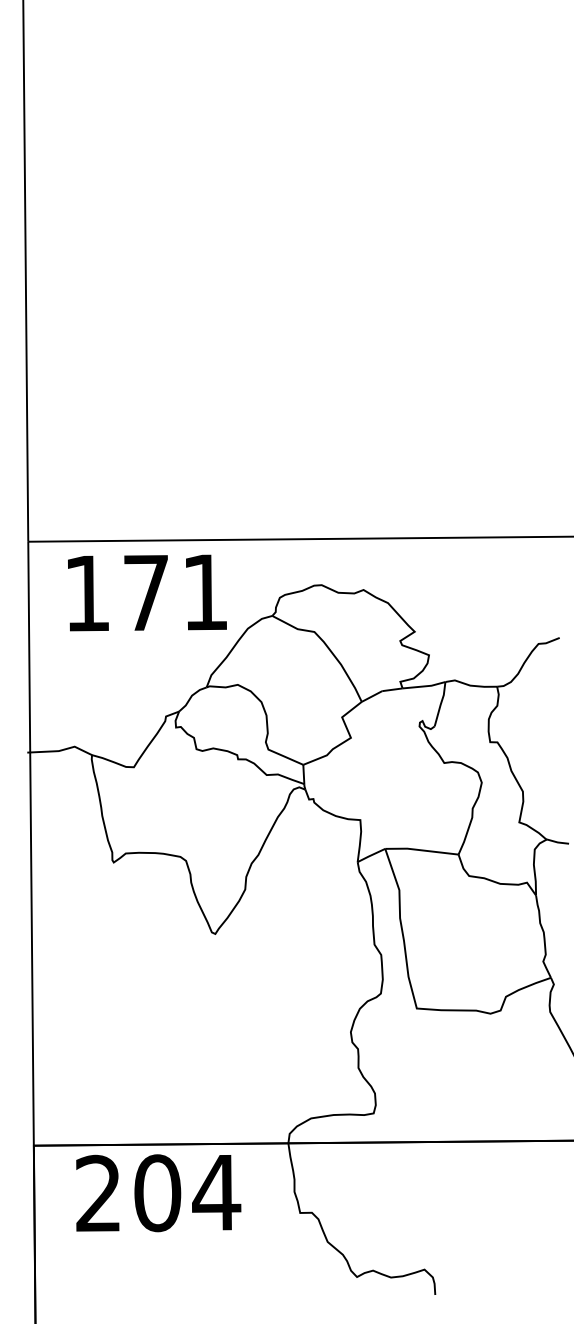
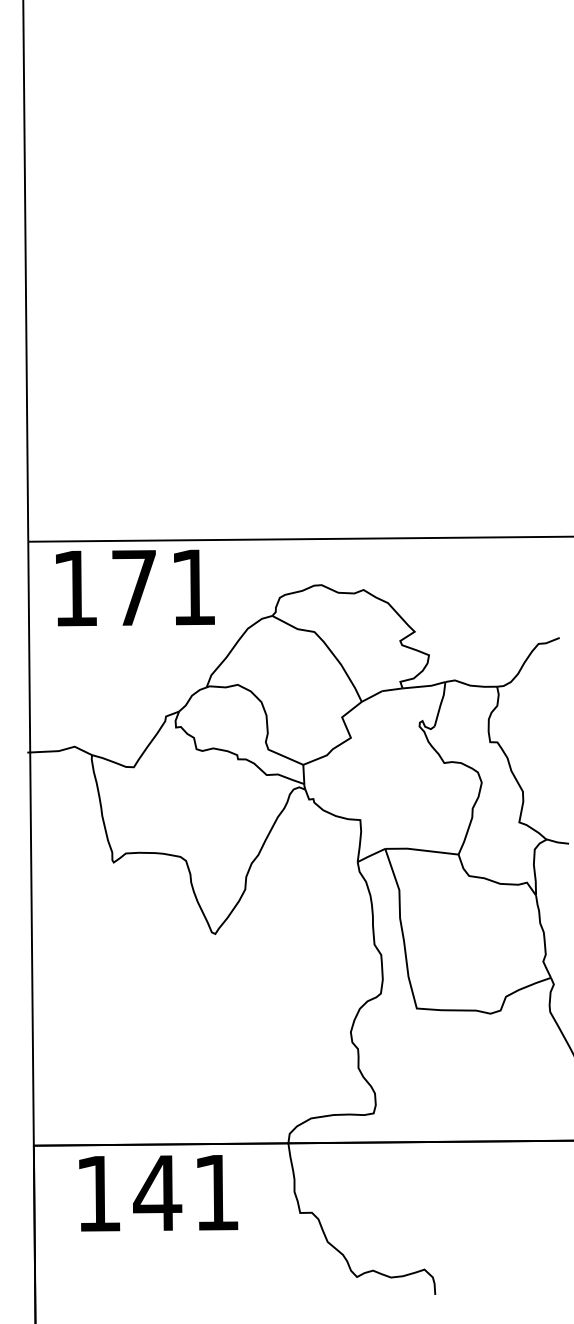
text at (147, 592) position: (147, 592) -> (135, 587)
text at (158, 1193): 204 -> 141
